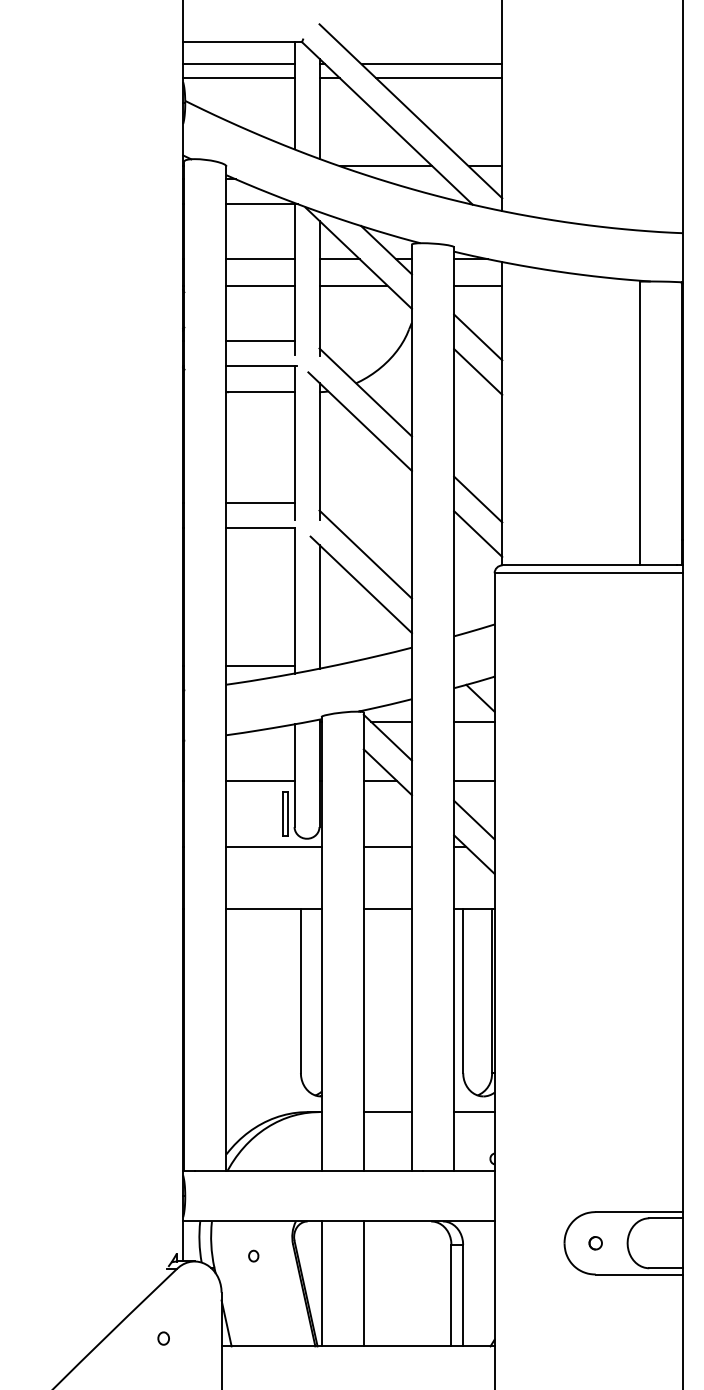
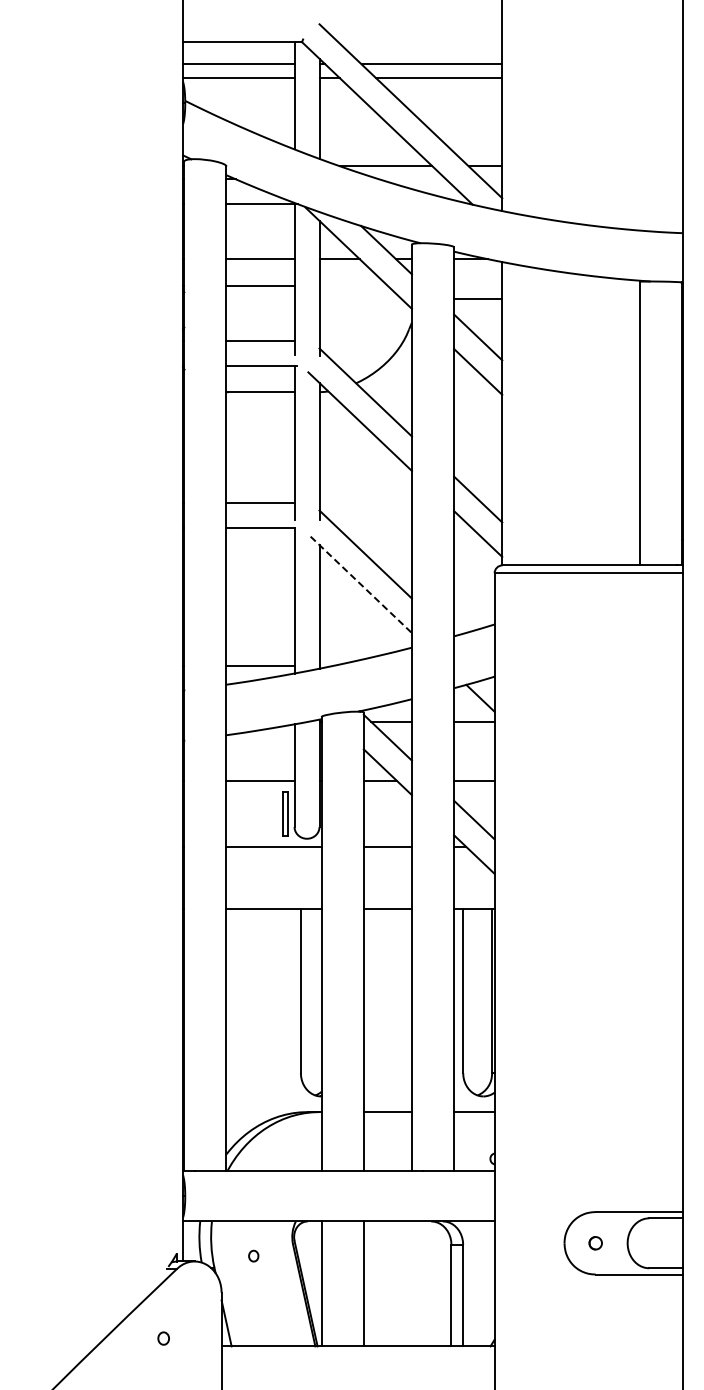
line at (353, 285): present -> none
line at (478, 285) position: (478, 285) -> (478, 298)
line at (361, 584): solid -> dashed
